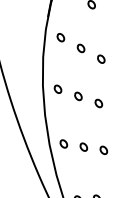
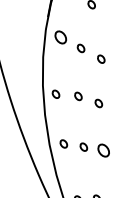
part at (60, 37) size: 10x10 px -> 13x15 px
part at (57, 88) position: (57, 88) -> (55, 93)
part at (103, 149) size: 10x10 px -> 13x15 px
